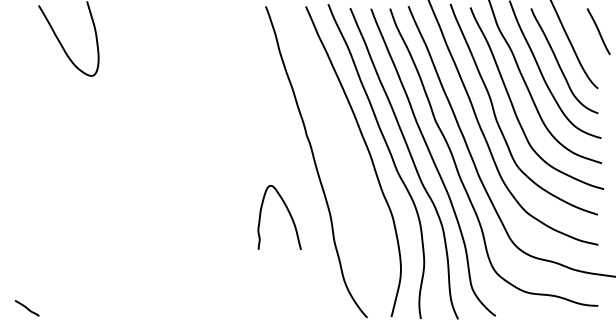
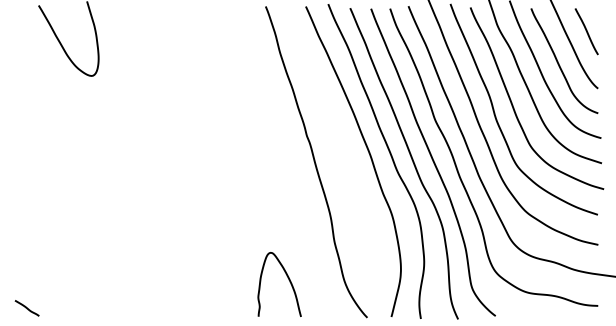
line at (598, 31) position: (598, 31) -> (586, 31)
curve at (288, 213) position: (288, 213) -> (288, 280)
